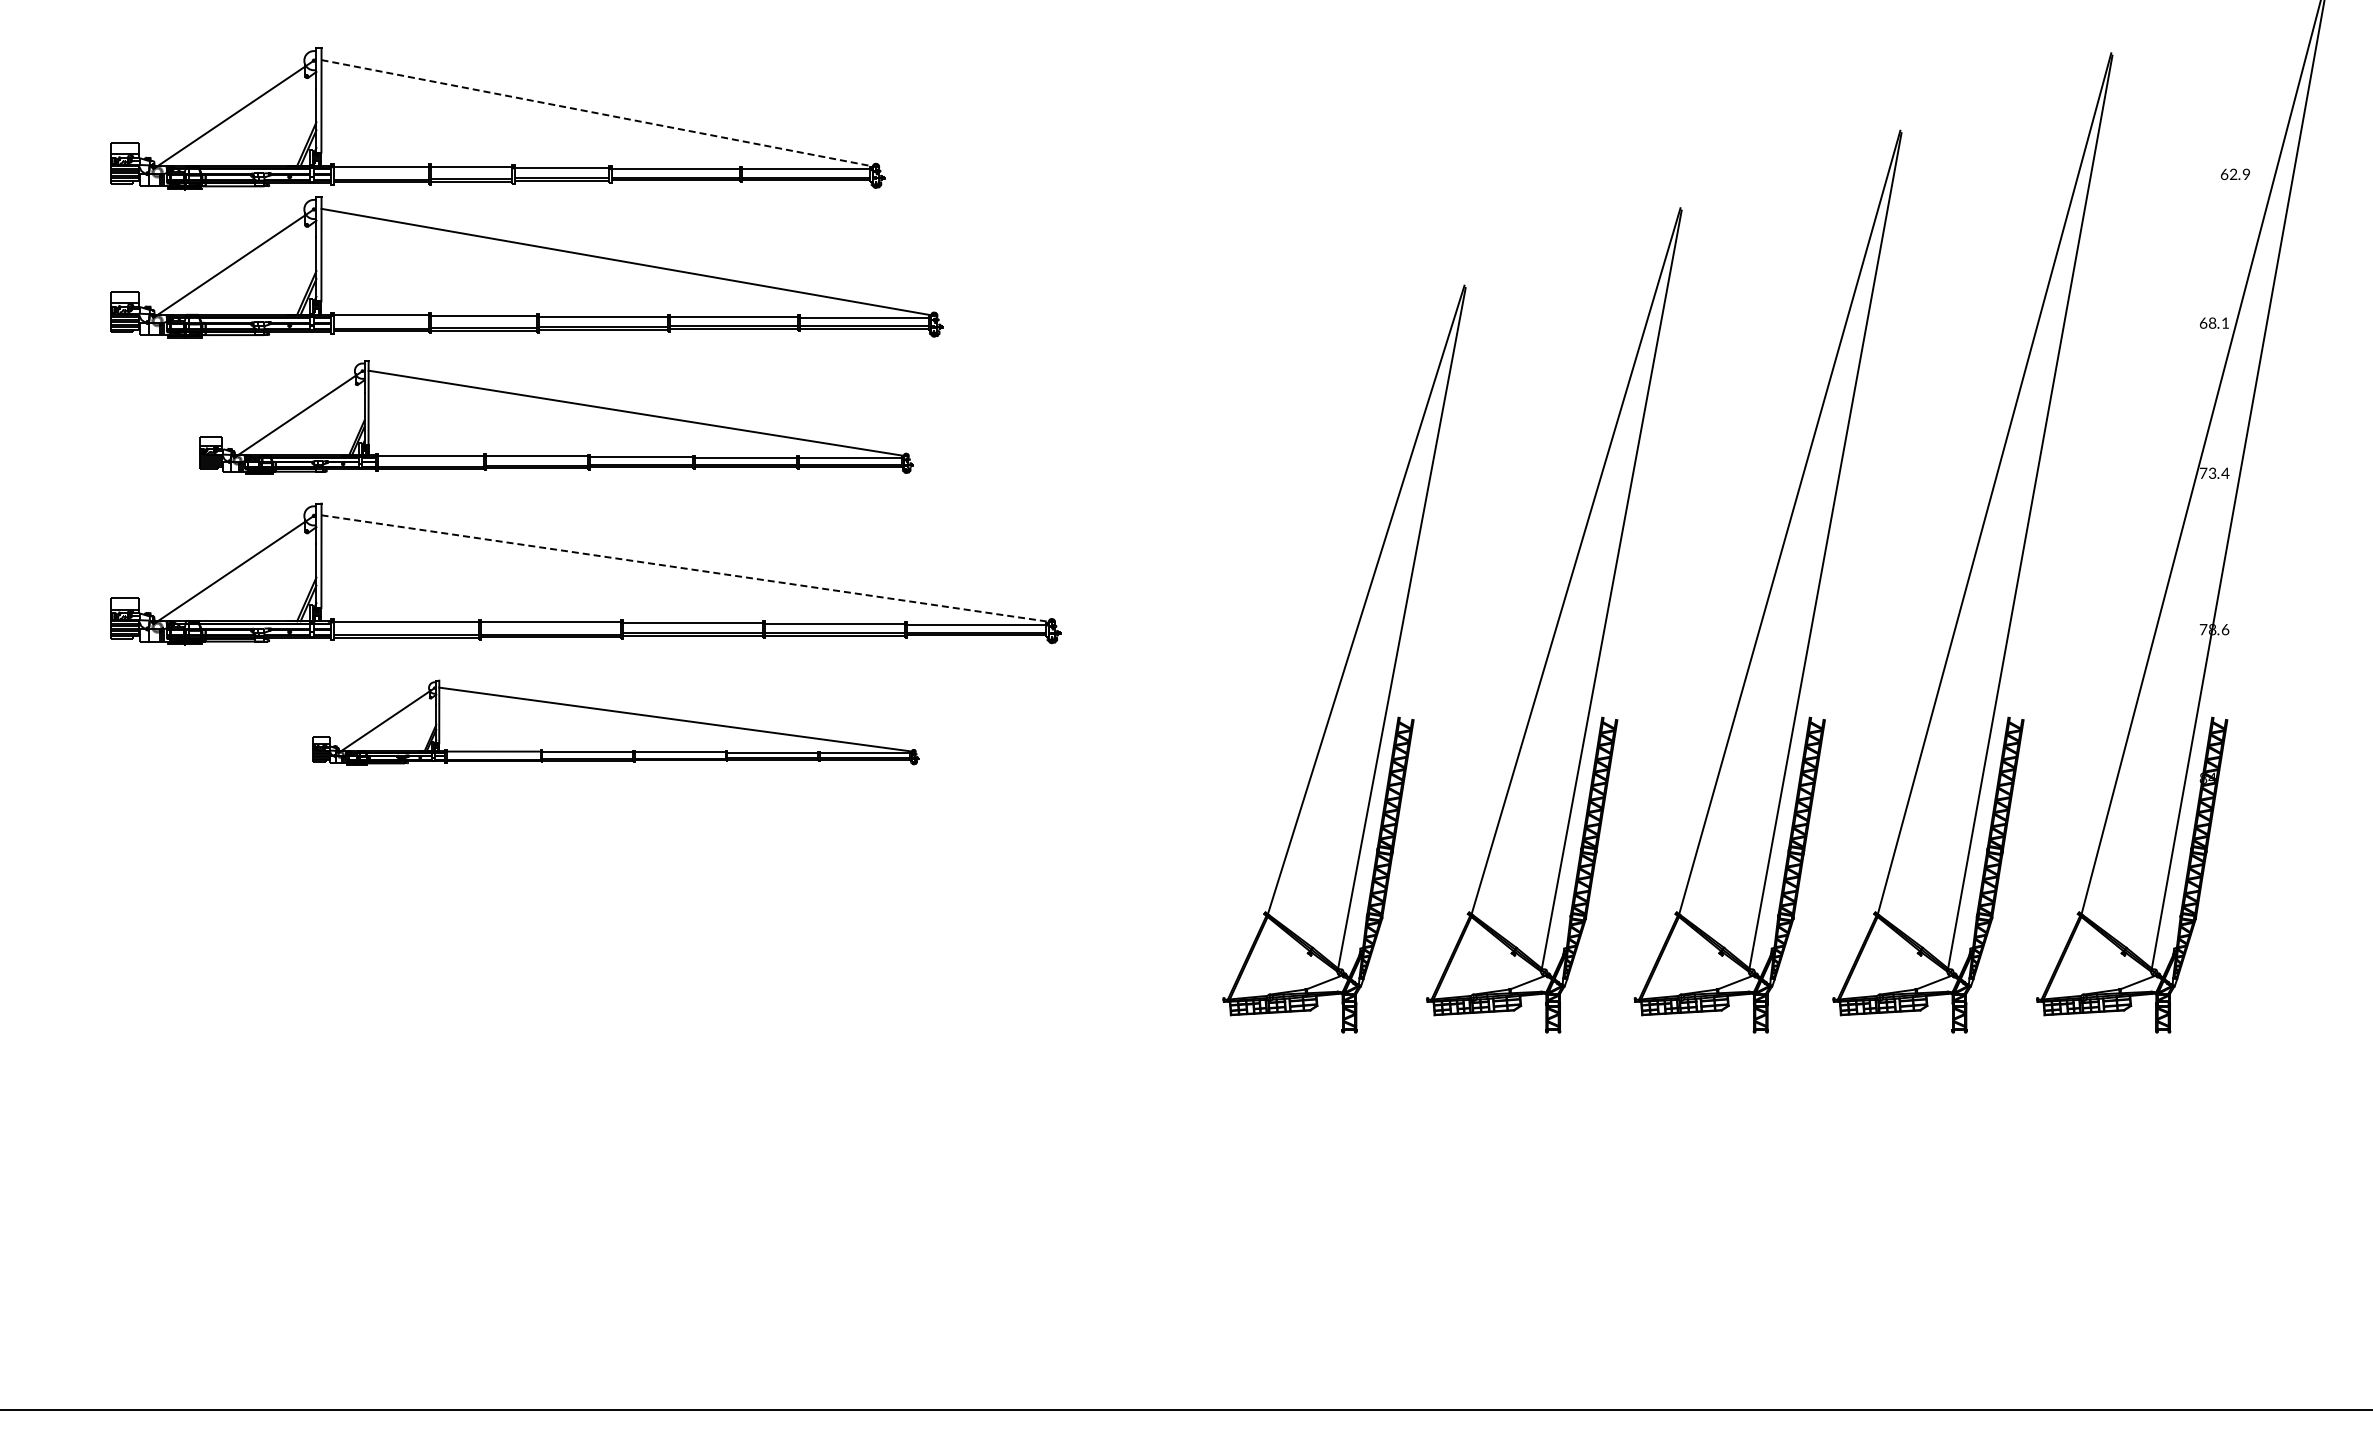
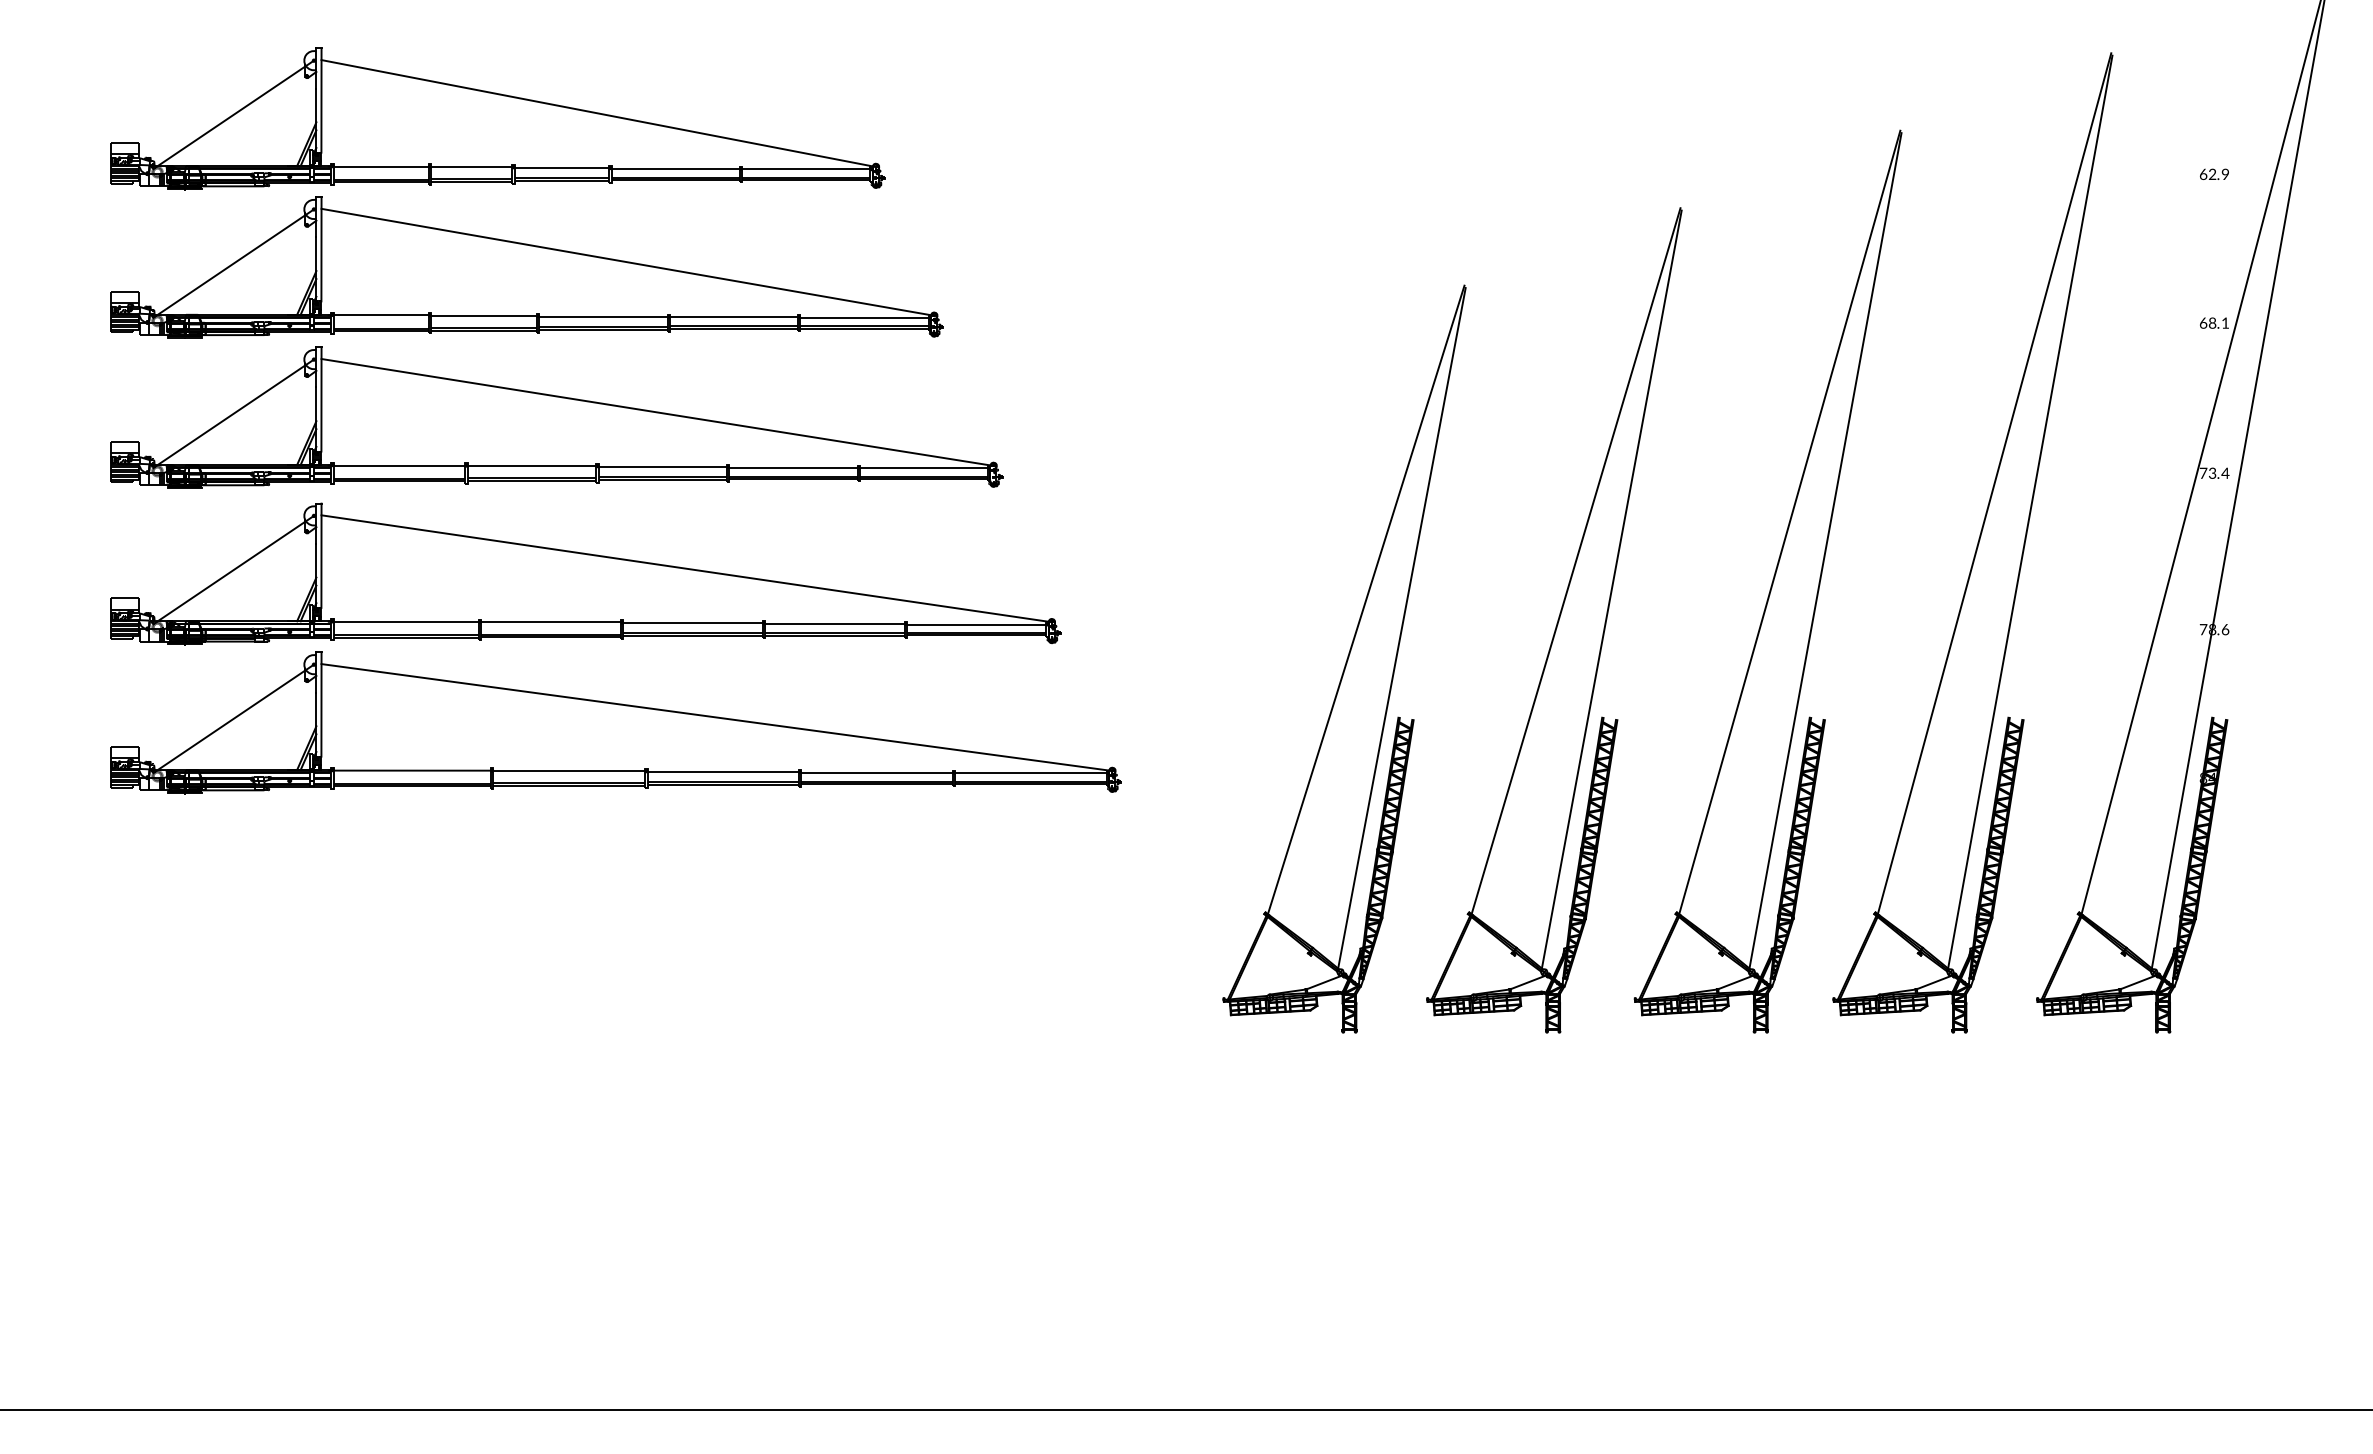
line at (599, 113): dashed -> solid
text at (2235, 173) position: (2235, 173) -> (2214, 173)
part at (556, 417) size: 715x115 px -> 894x143 px
line at (687, 568): dashed -> solid
part at (615, 722) size: 608x87 px -> 1012x144 px
